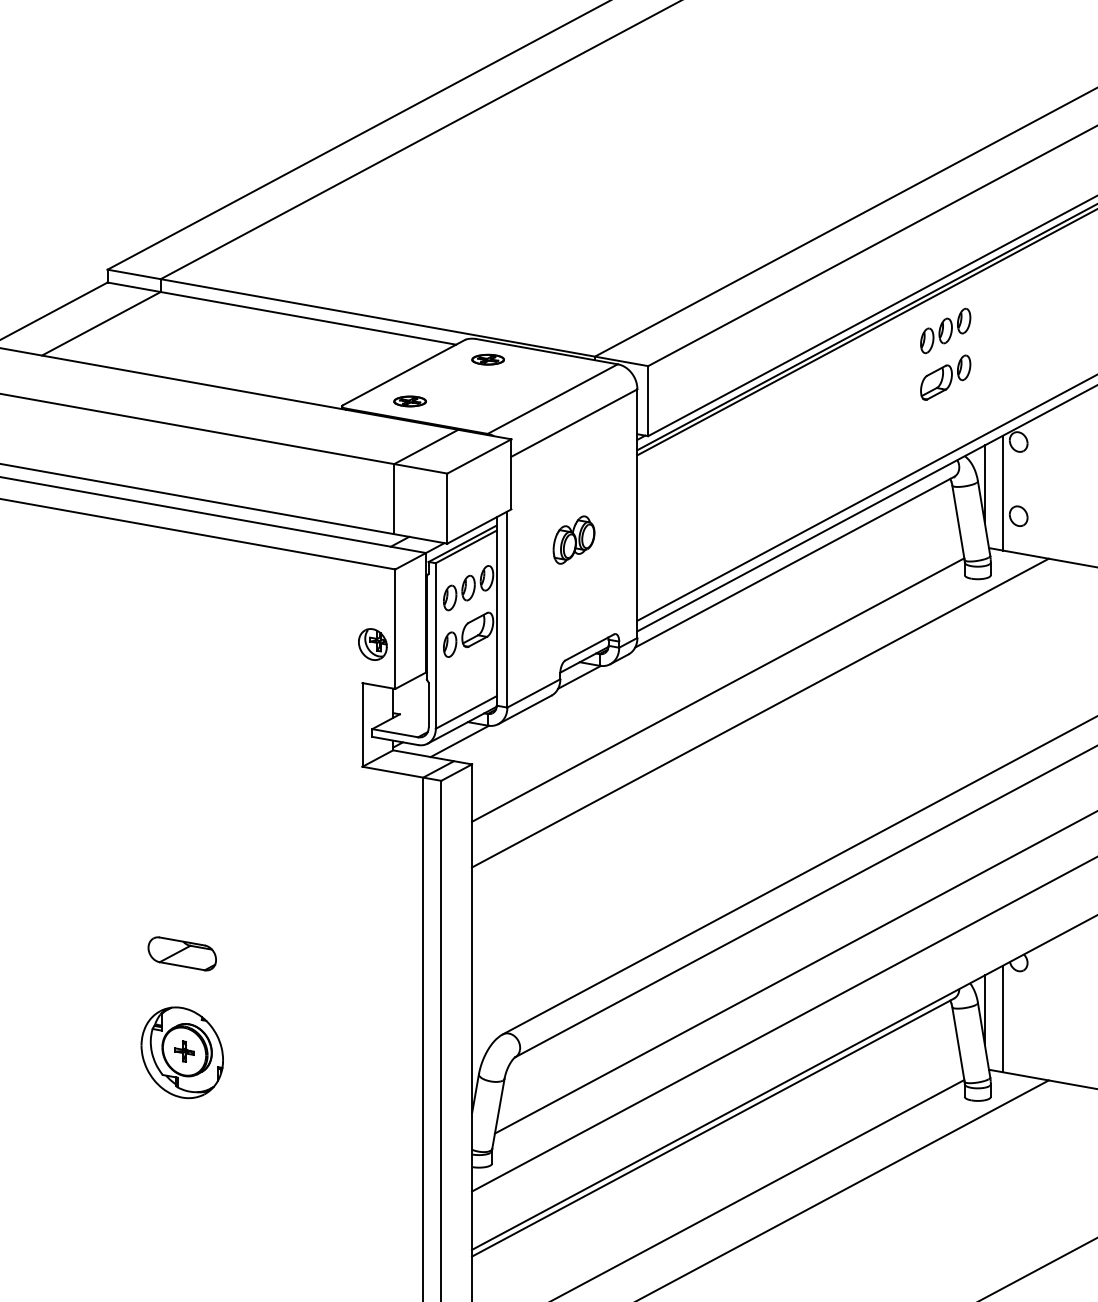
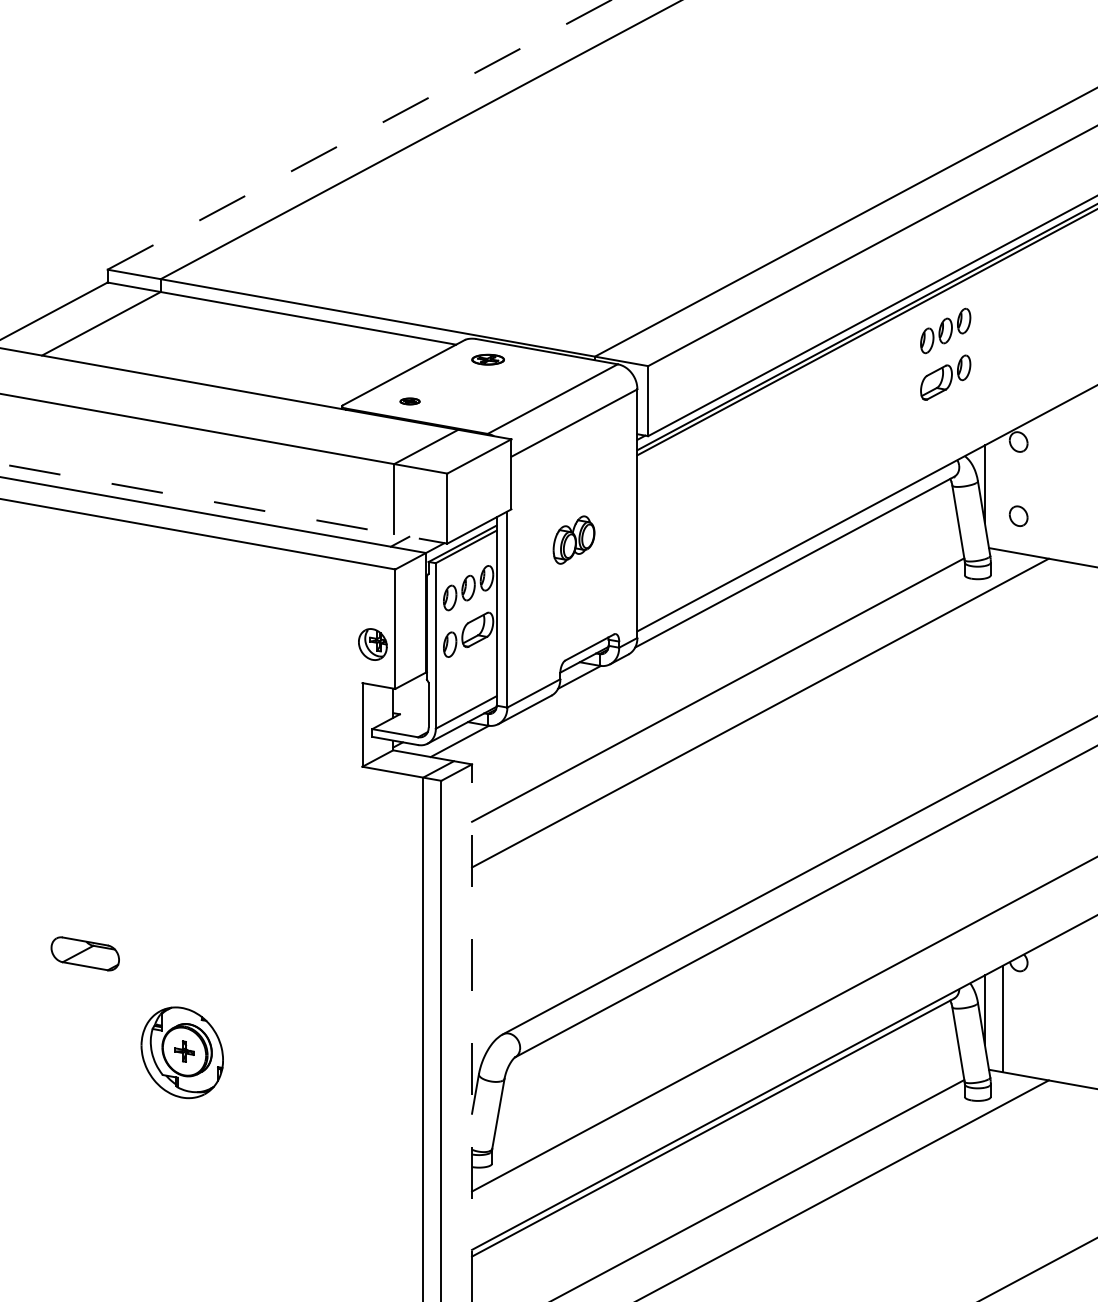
line at (359, 134): solid -> dashed
part at (409, 401) size: 34x13 px -> 22x9 px
line at (1002, 492): present -> none
line at (865, 498): present -> none
line at (224, 503): solid -> dashed
part at (181, 953) position: (181, 953) -> (84, 953)
line at (794, 972): present -> none
line at (472, 1032): solid -> dashed
